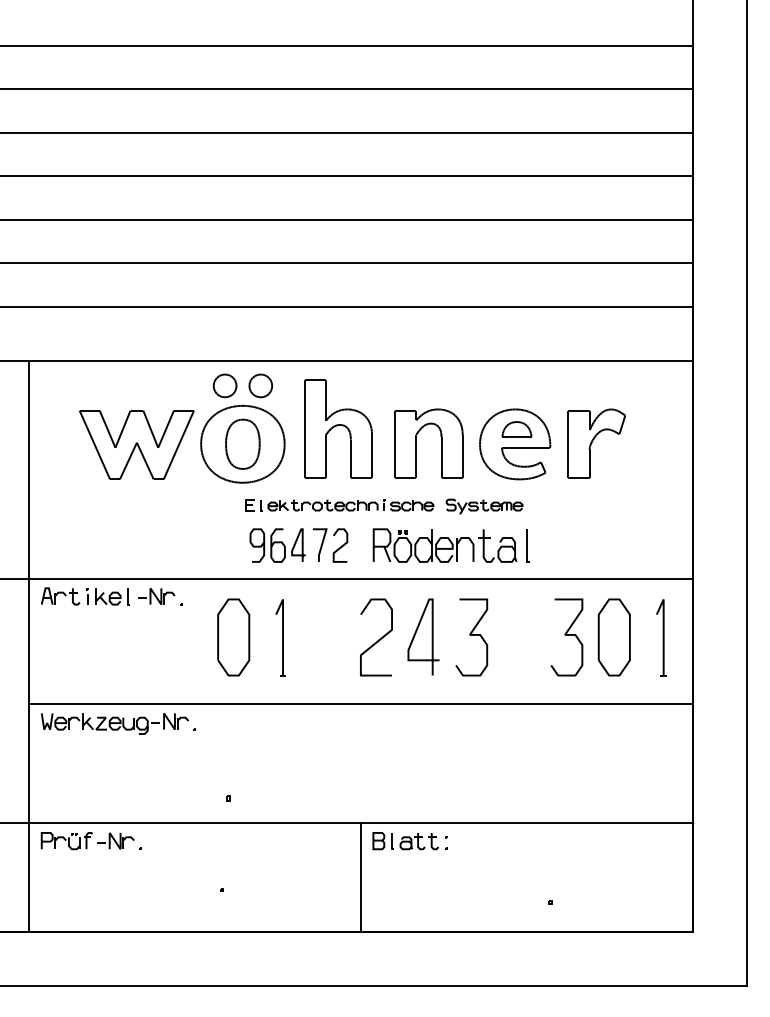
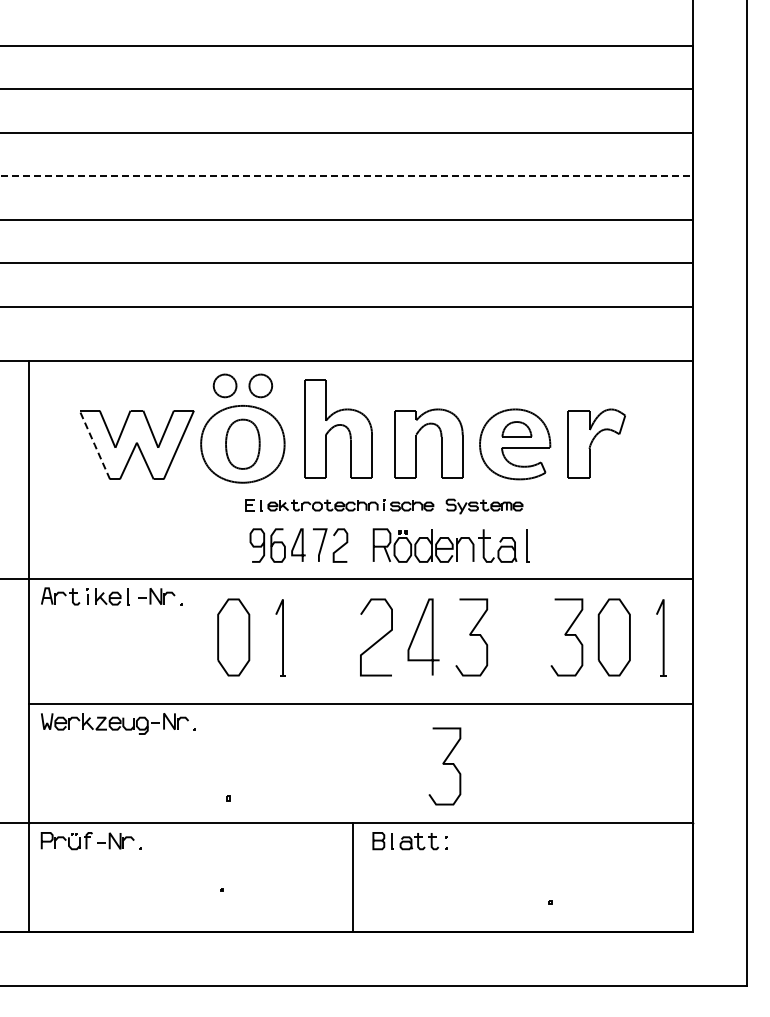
line at (346, 176): solid -> dashed
line at (94, 445): solid -> dashed
curve at (444, 764): none -> present
line at (361, 877) position: (361, 877) -> (353, 877)
